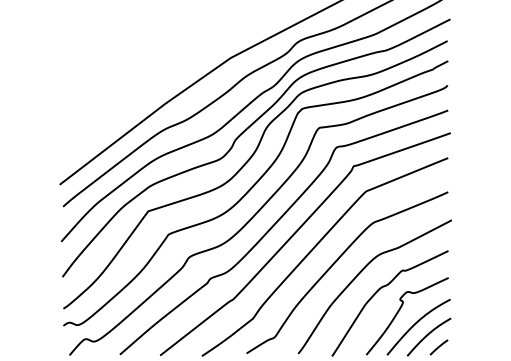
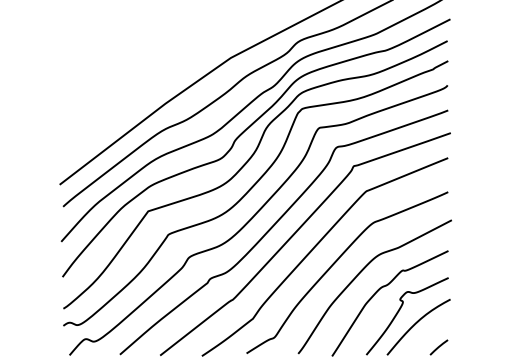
curve at (428, 335): present -> none
